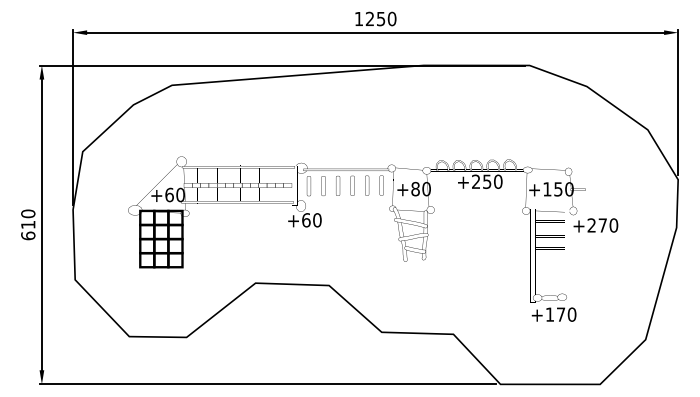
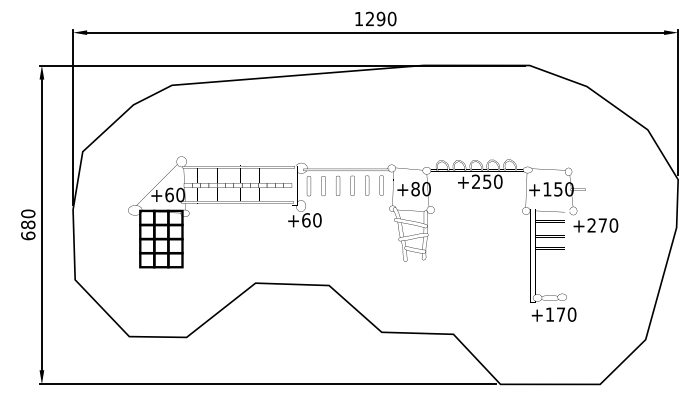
text at (380, 18): 1250 -> 1290
text at (28, 224): 610 -> 680
